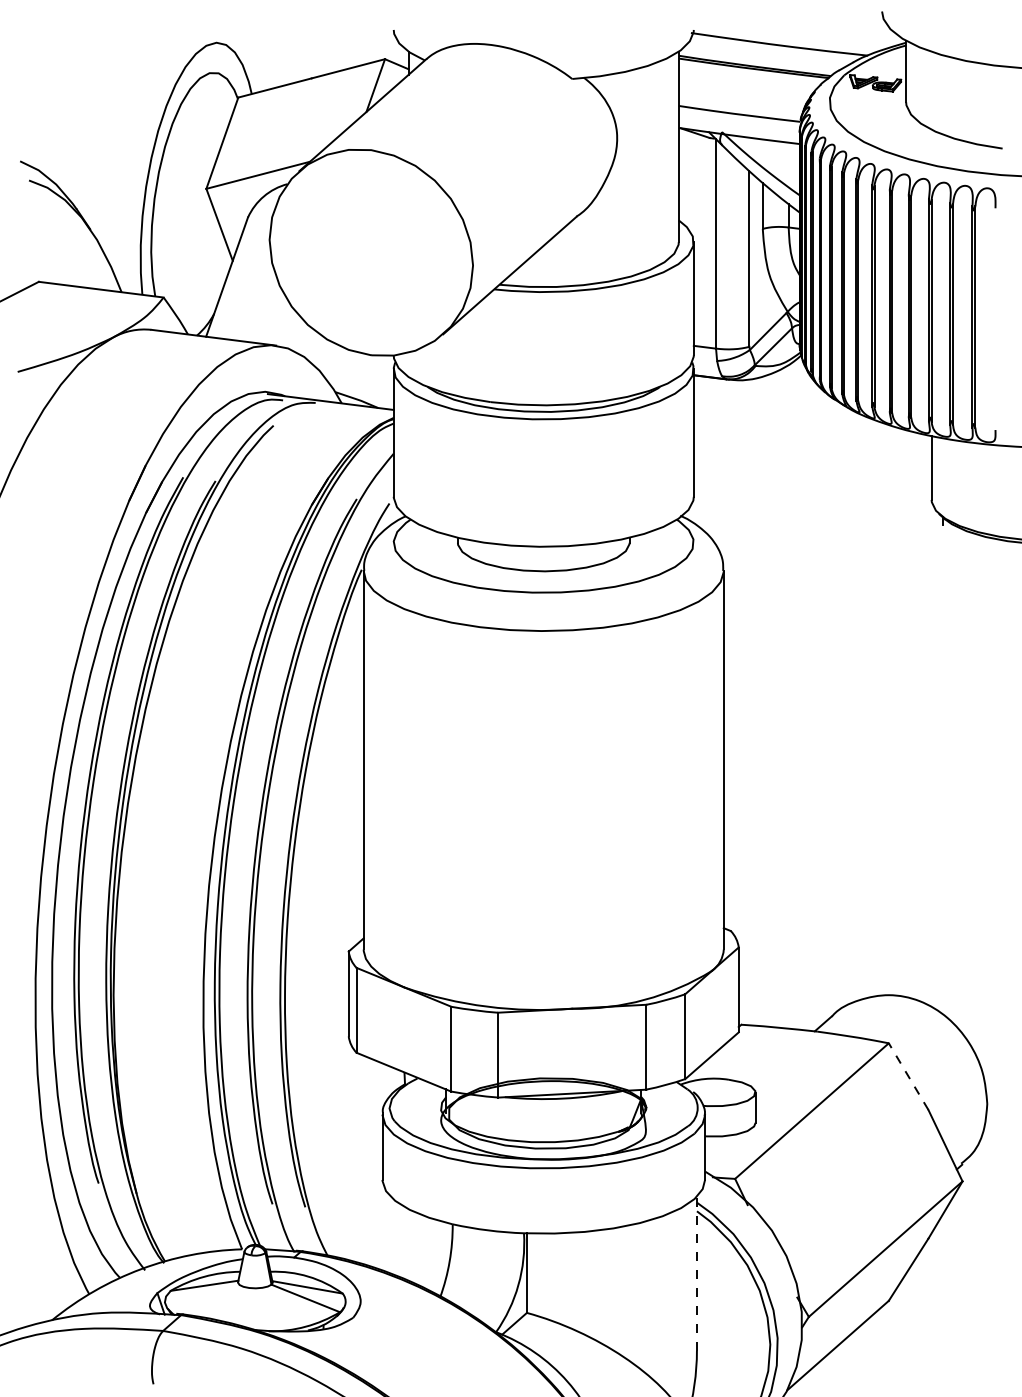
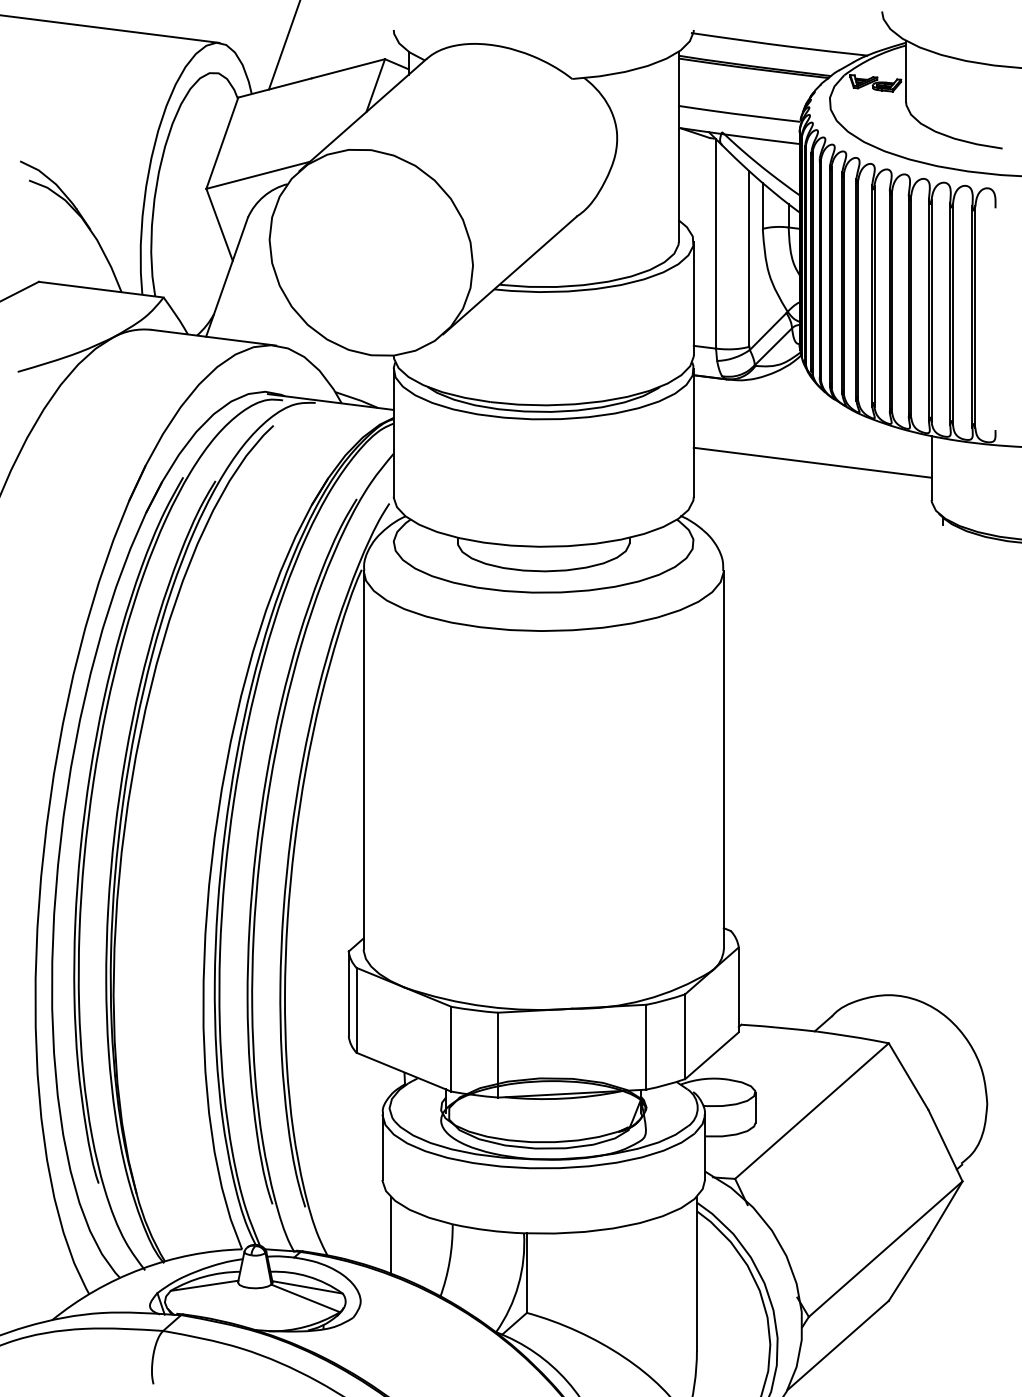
line at (110, 28): none -> present
line at (283, 45): none -> present
line at (812, 462): none -> present
line at (908, 1076): dashed -> solid
line at (390, 1234): none -> present
line at (696, 1273): dashed -> solid
